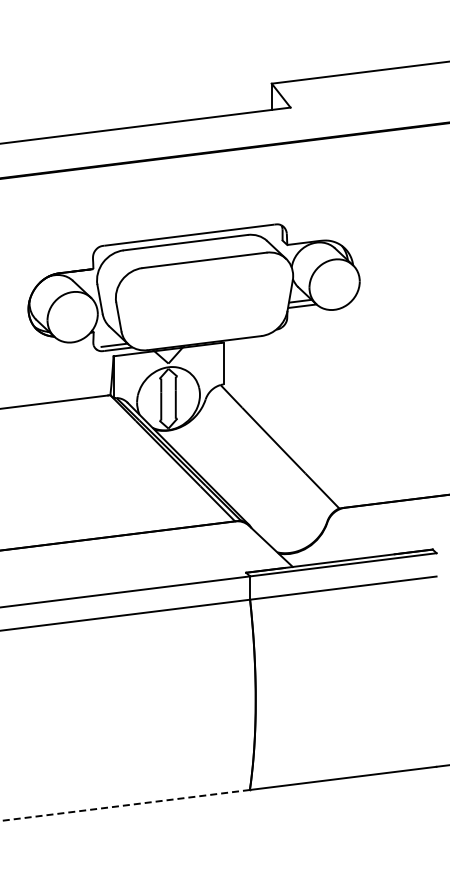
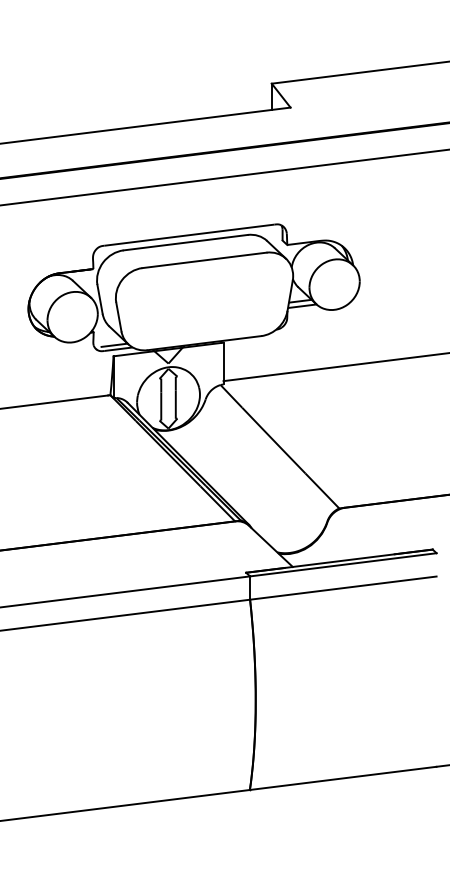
line at (224, 177): none -> present
line at (334, 367): none -> present
line at (125, 805): dashed -> solid
